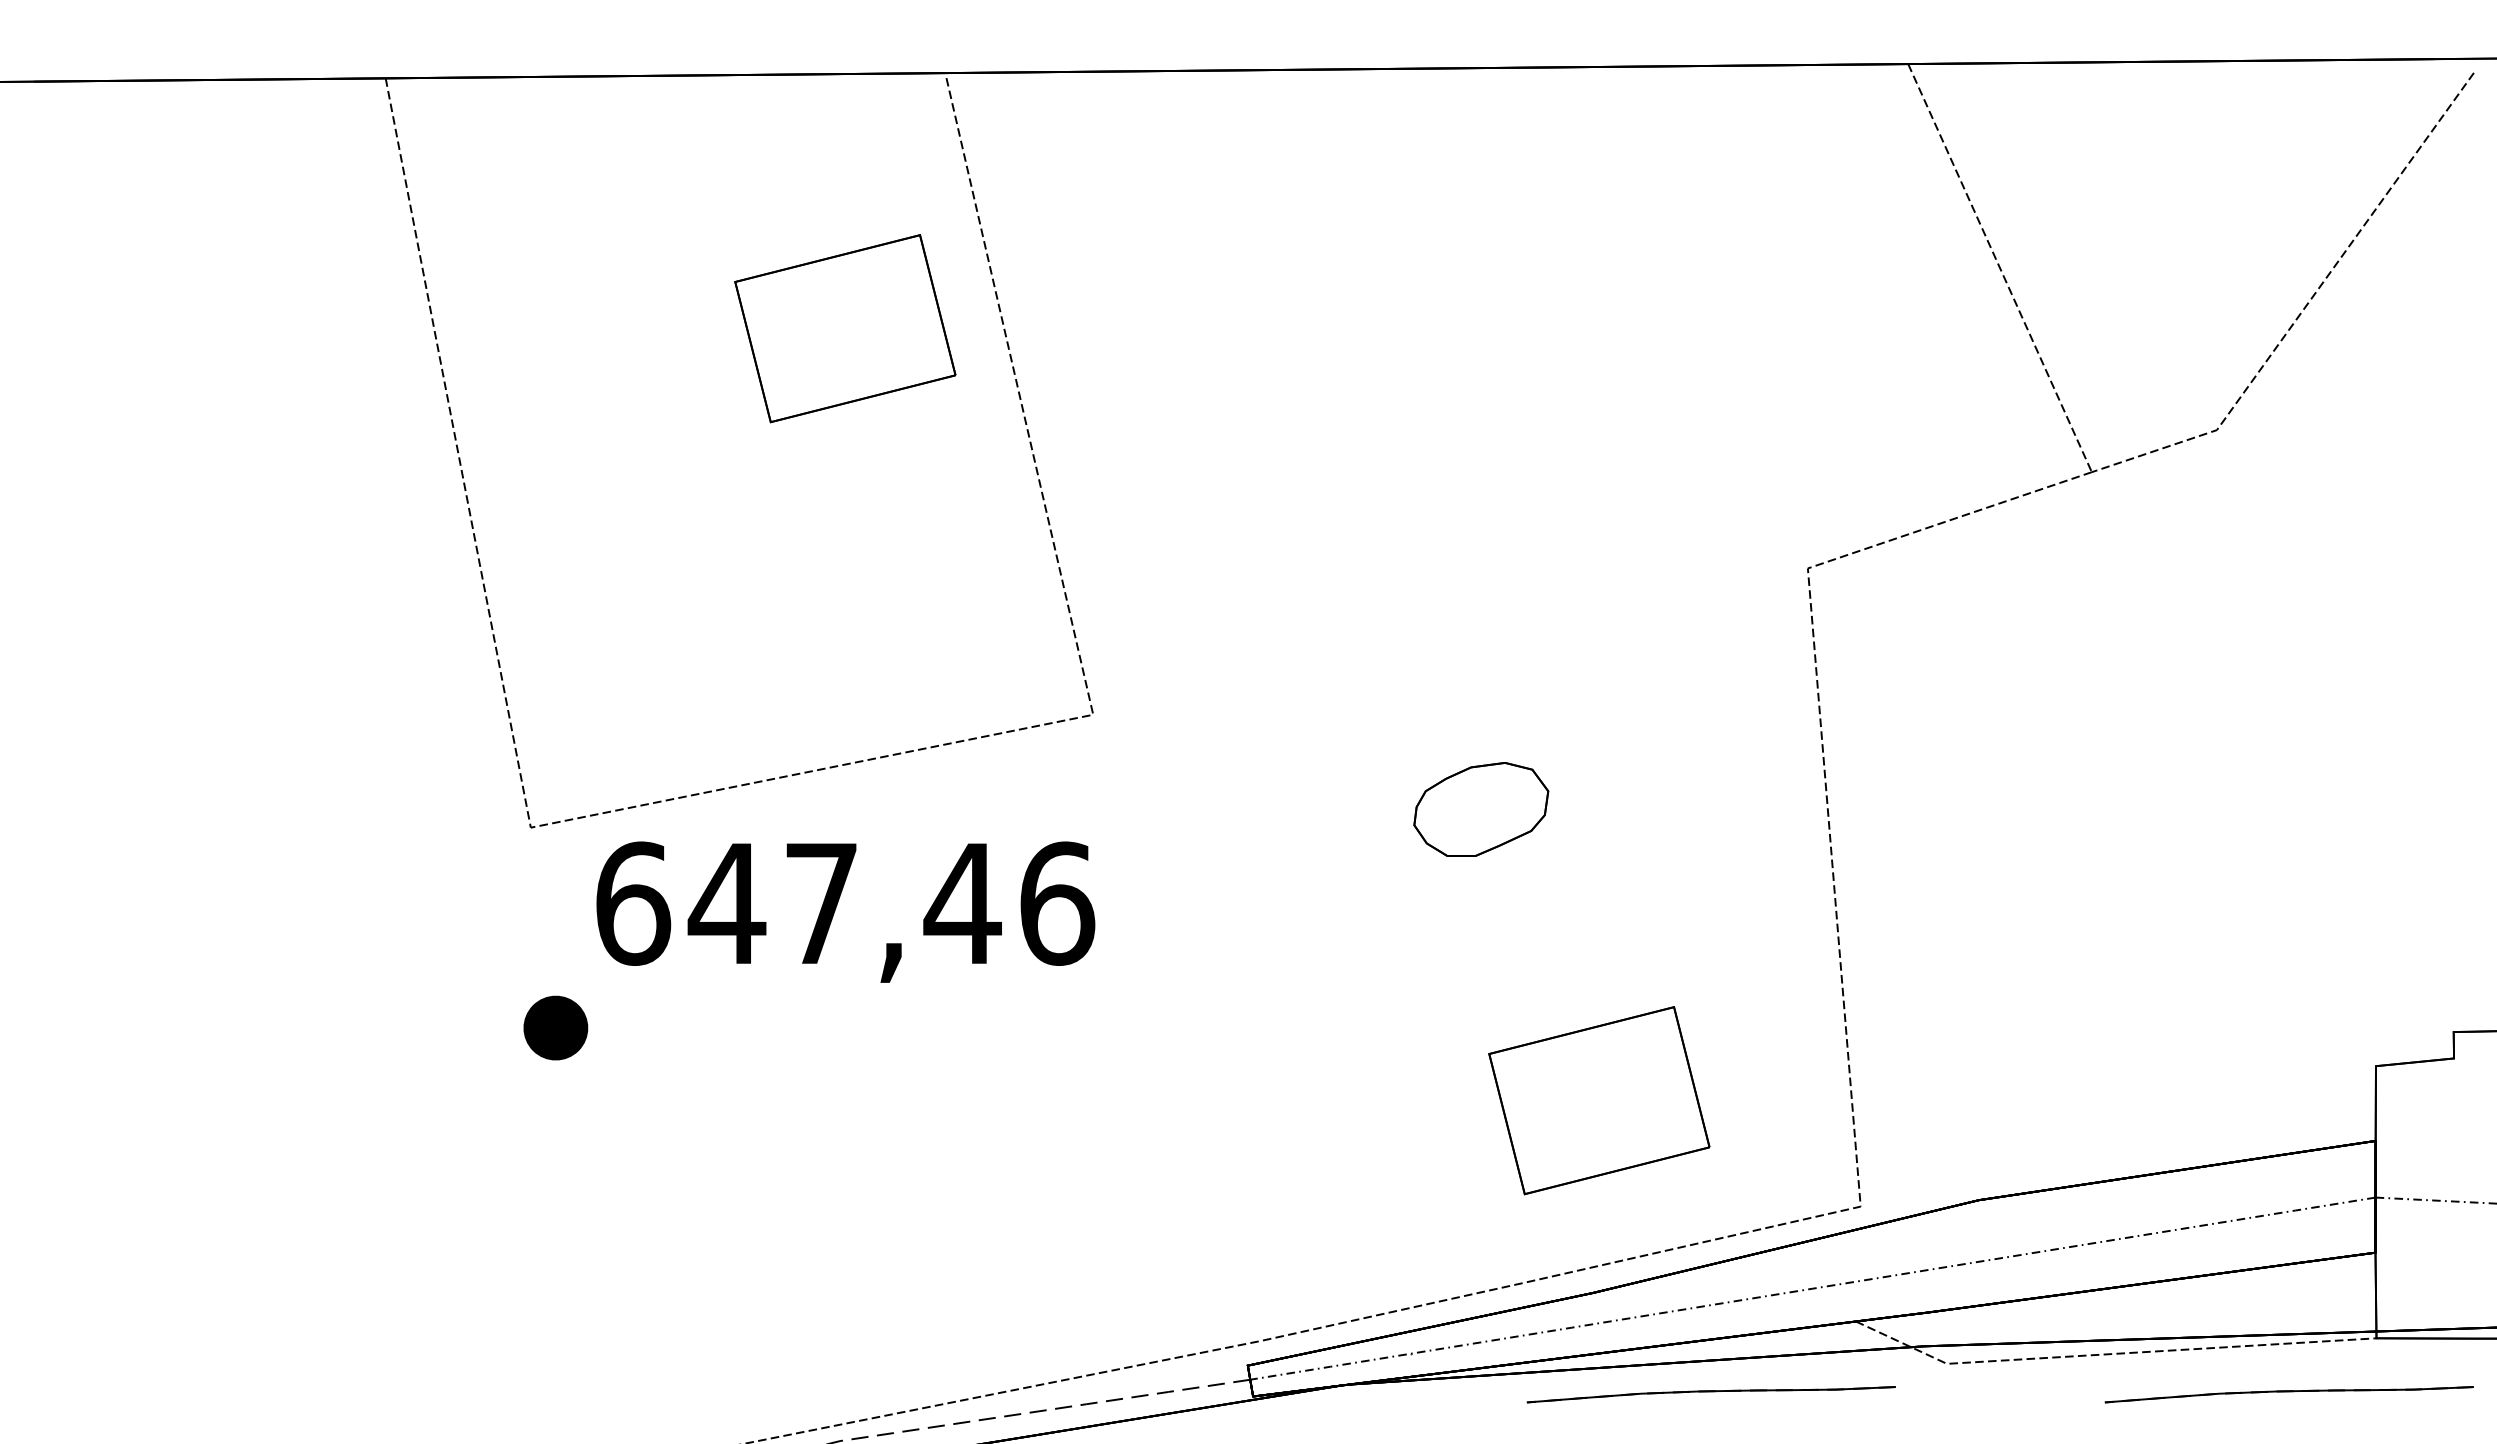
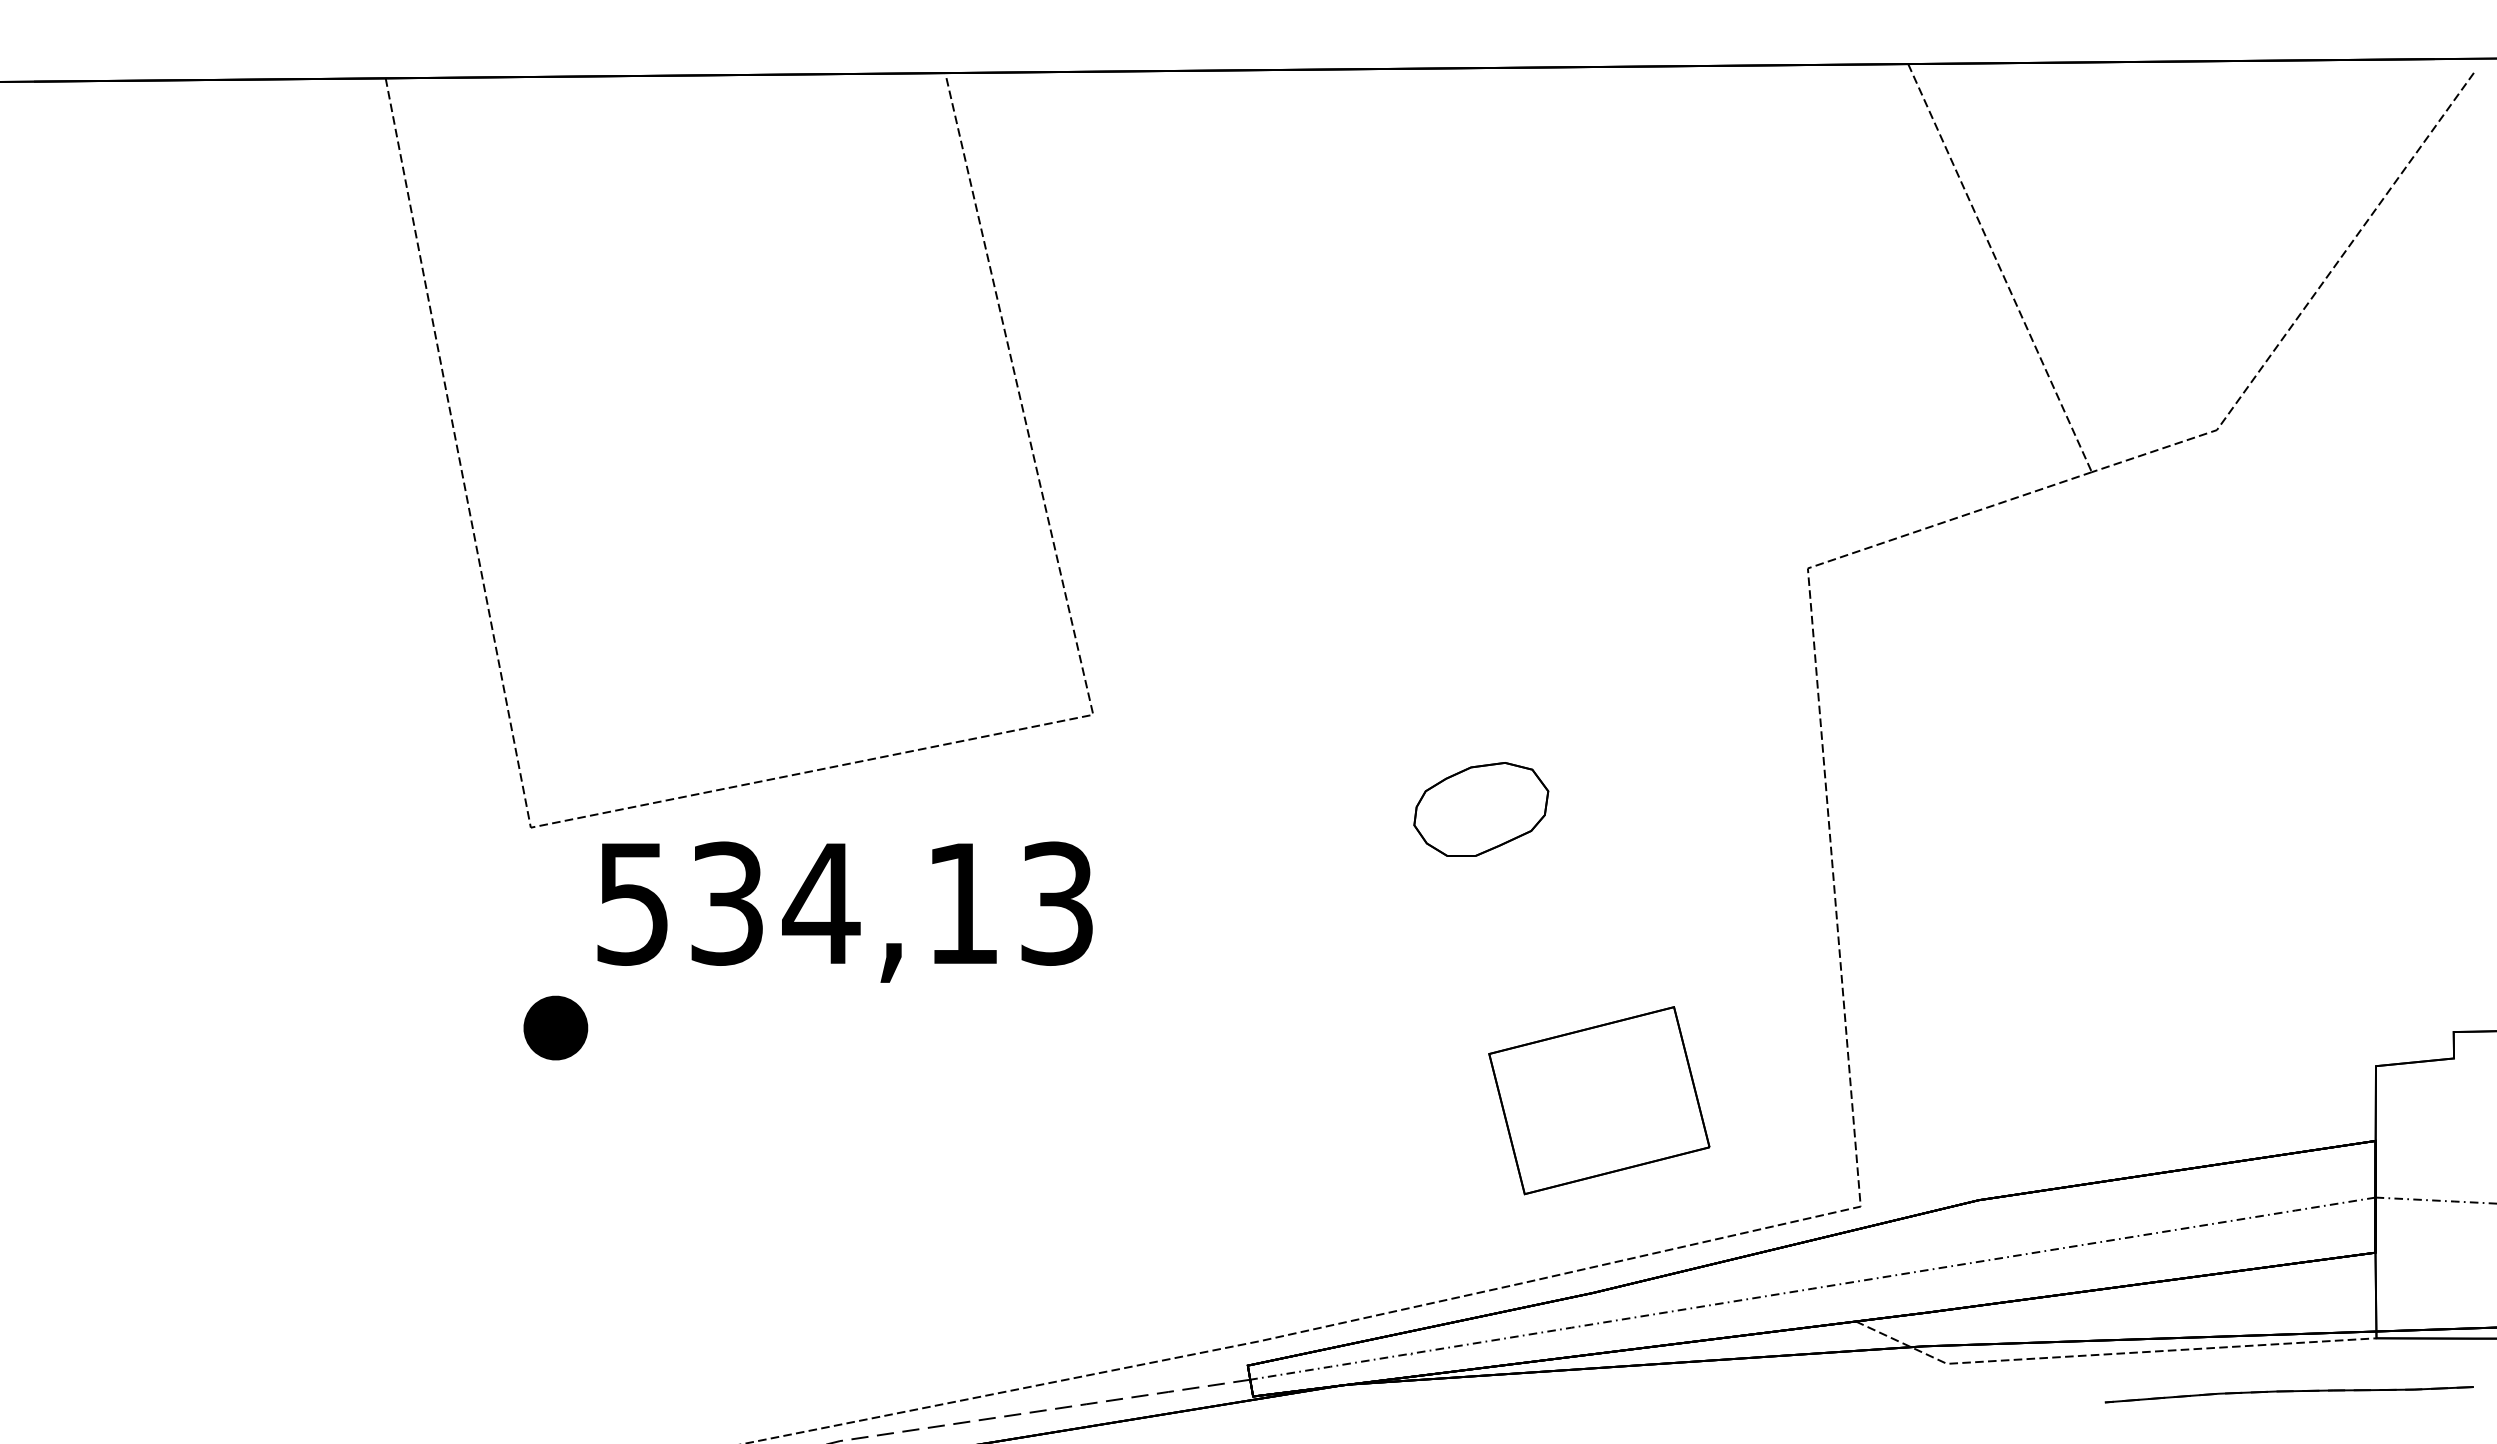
part at (845, 328): present -> none
text at (845, 903): 647,46 -> 534,13
part at (1710, 1394): present -> none
